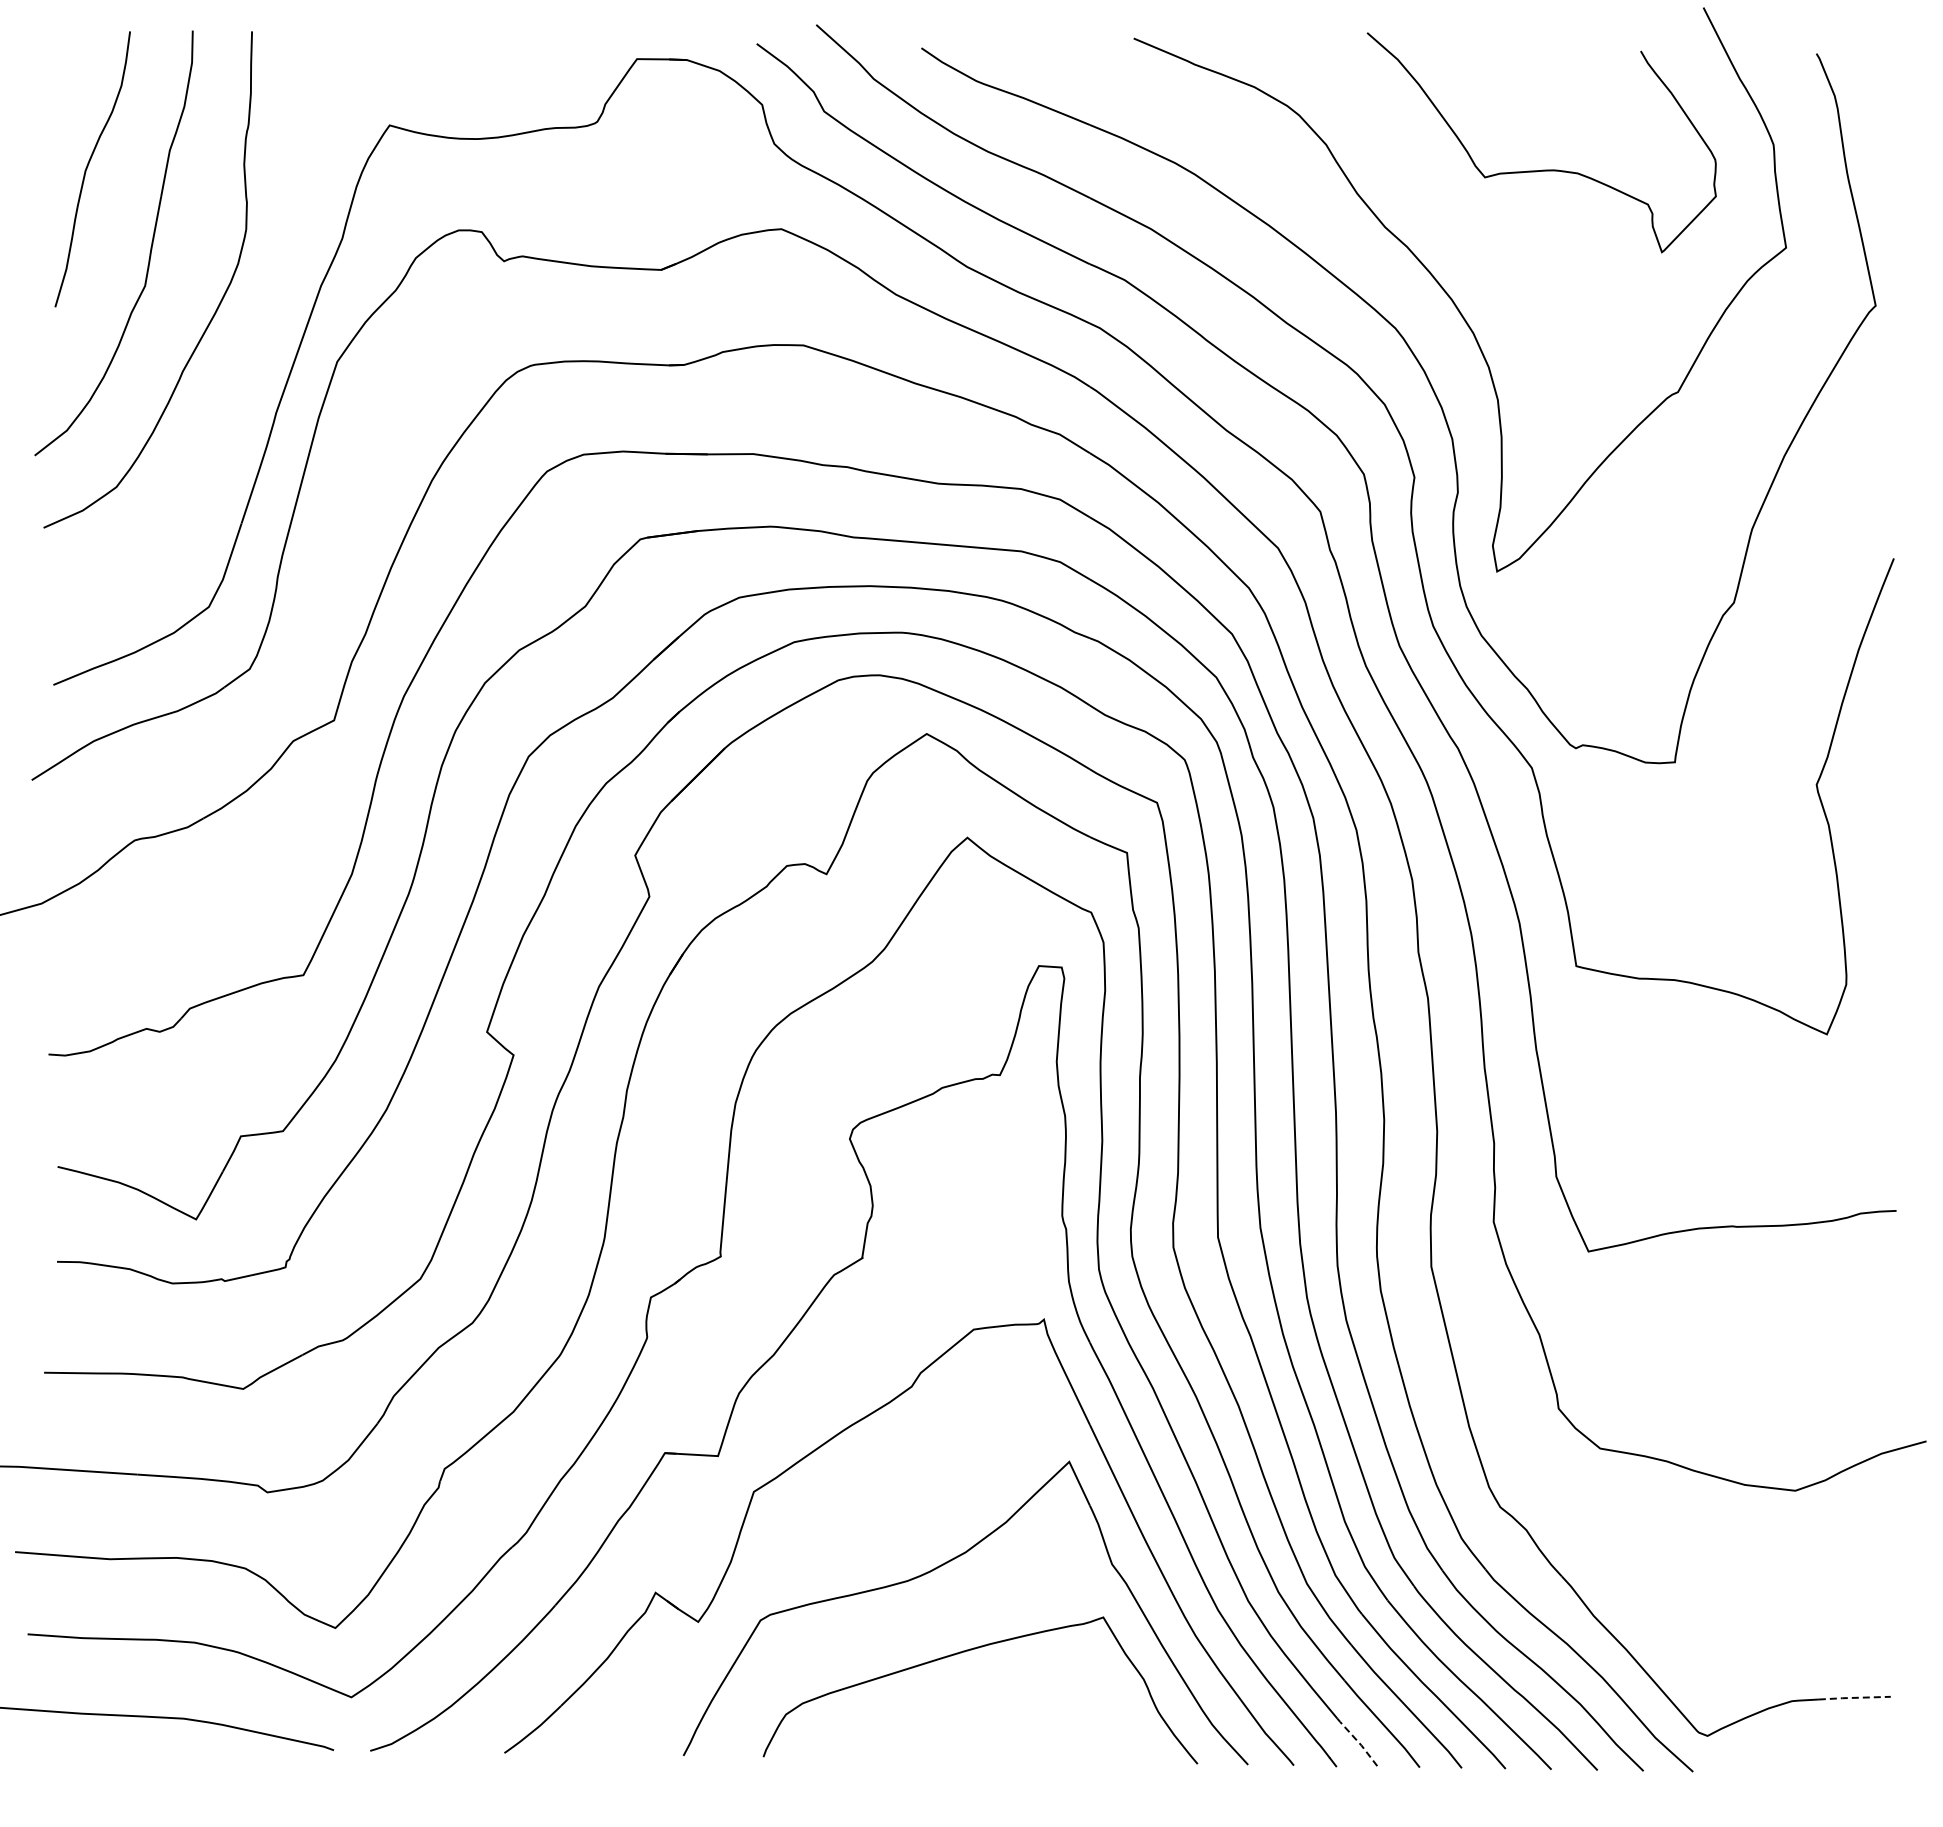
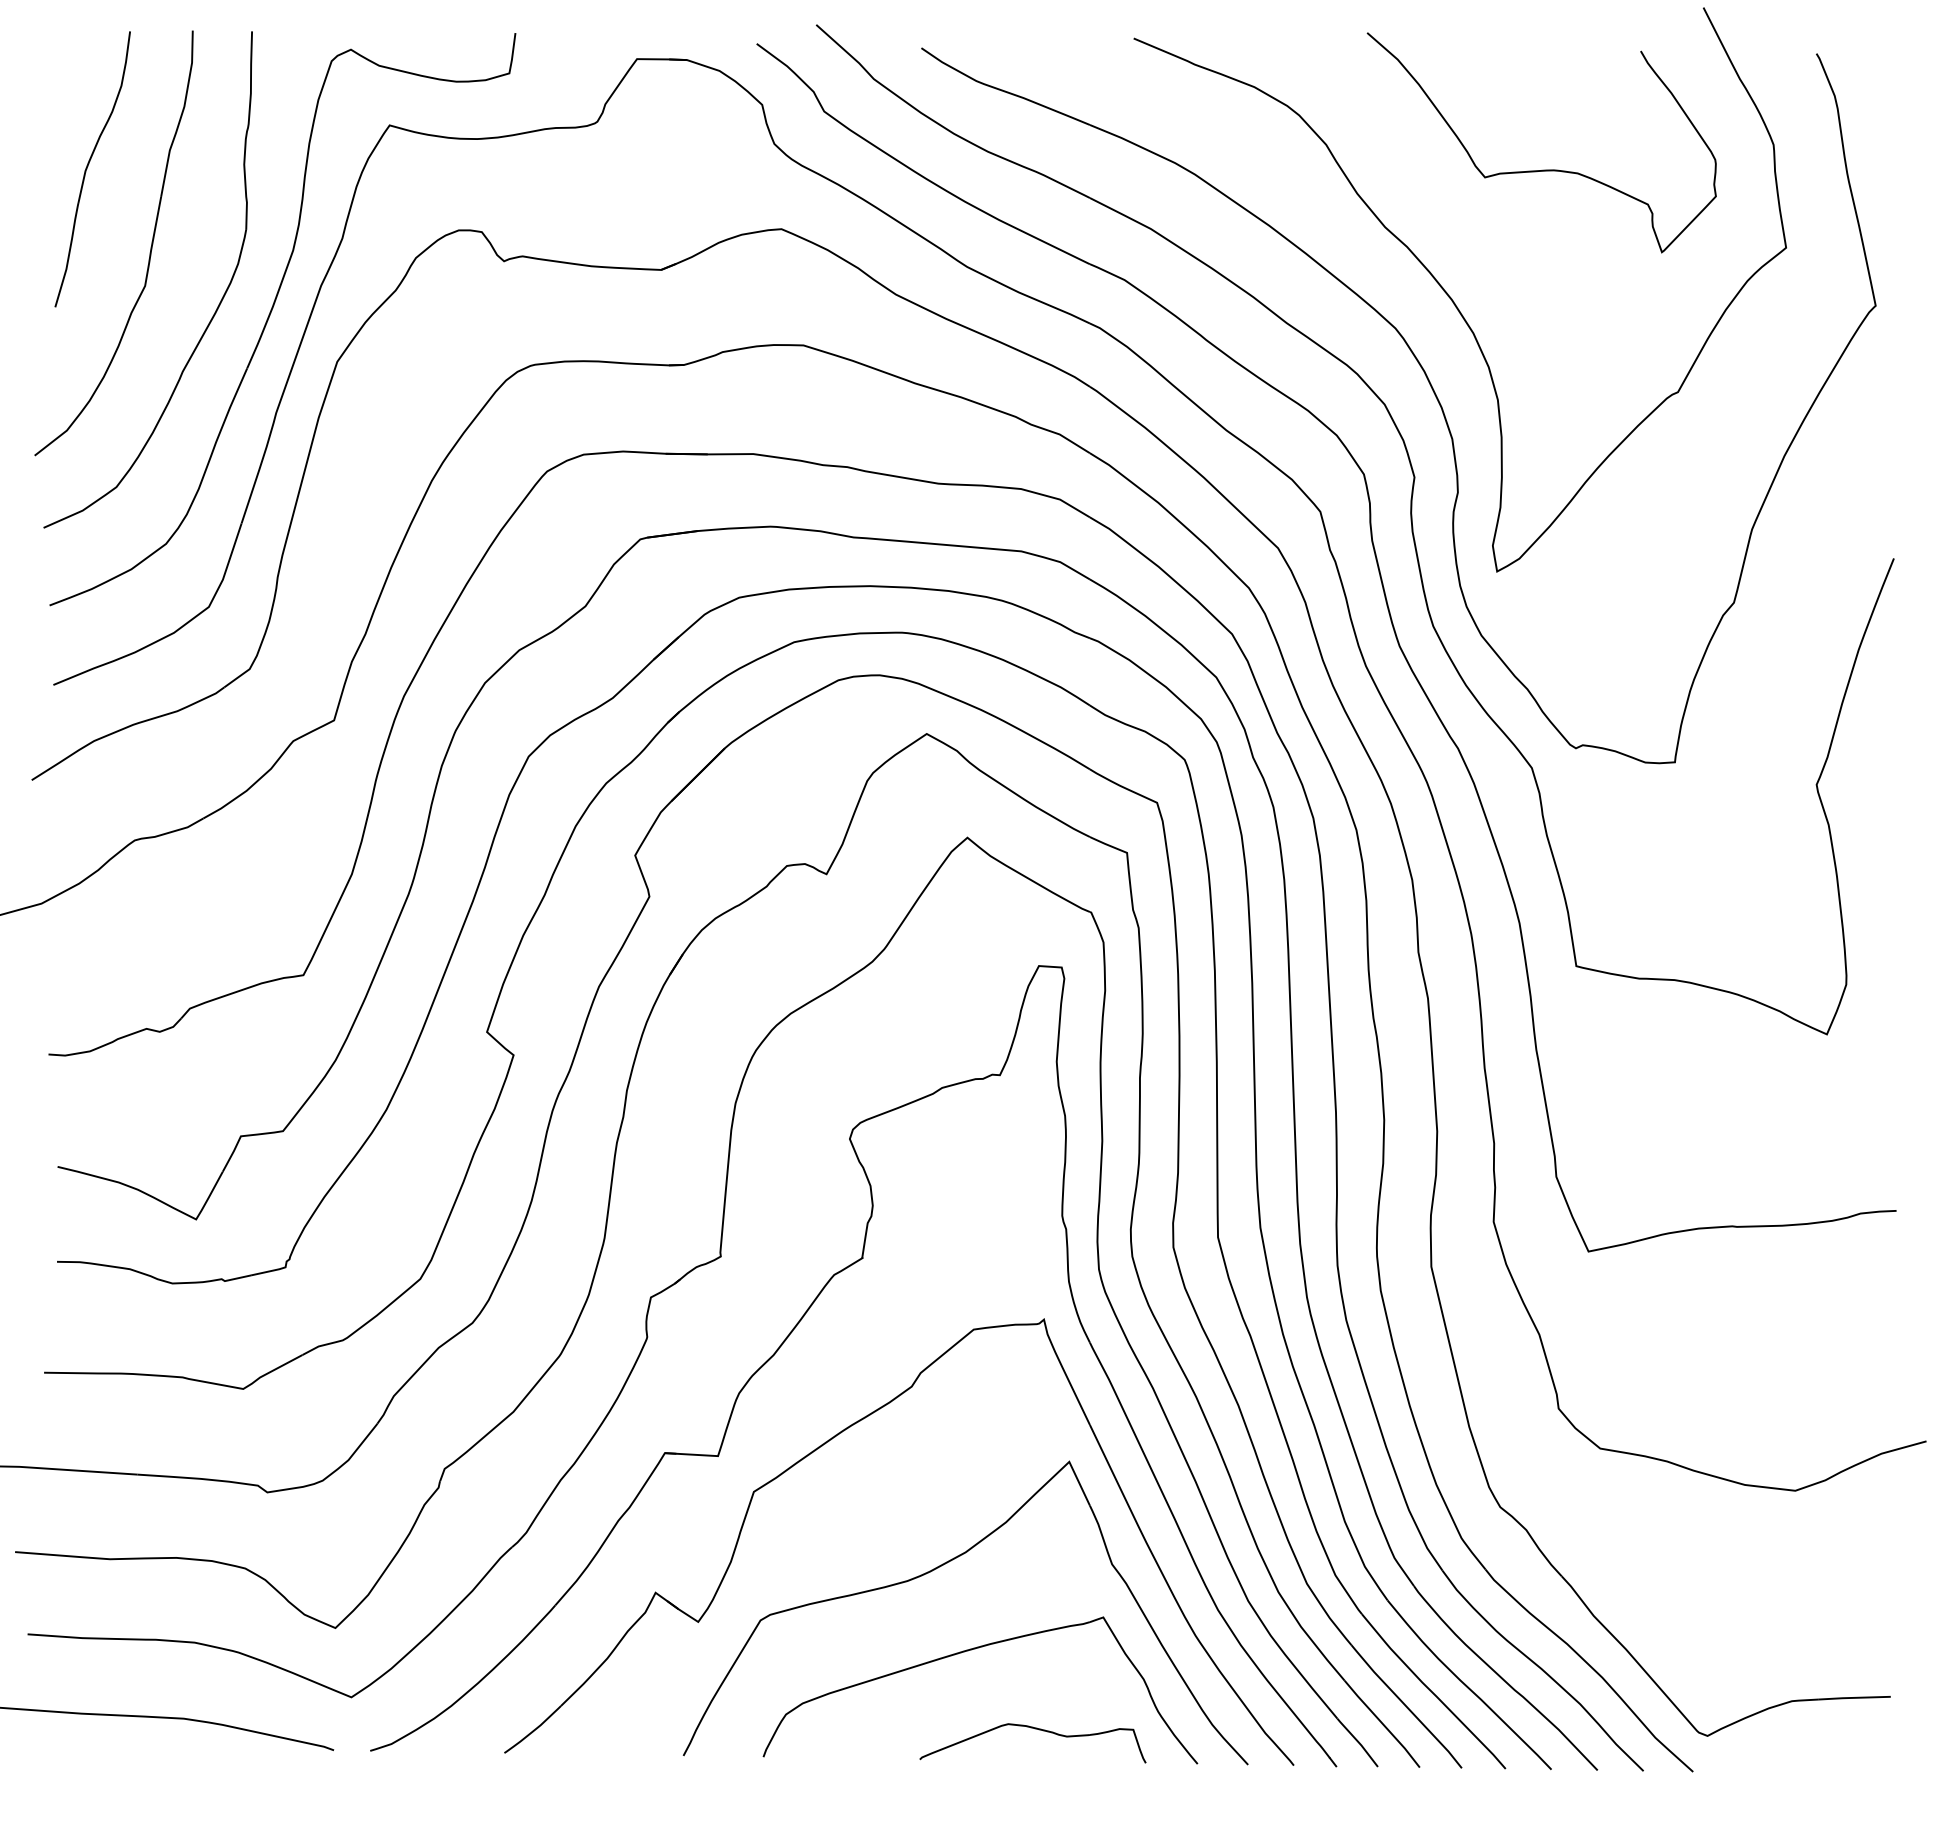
part at (271, 313): none -> present
line at (1854, 1697): dashed -> solid
part at (1035, 1729): none -> present
line at (1358, 1742): dashed -> solid
